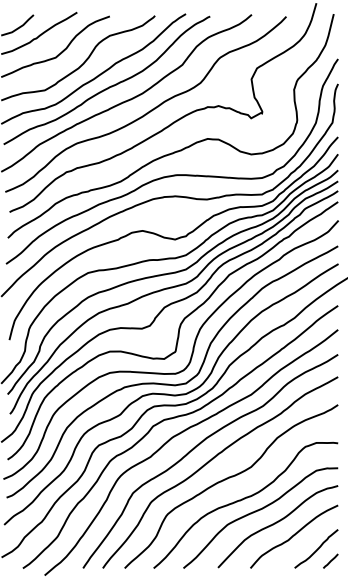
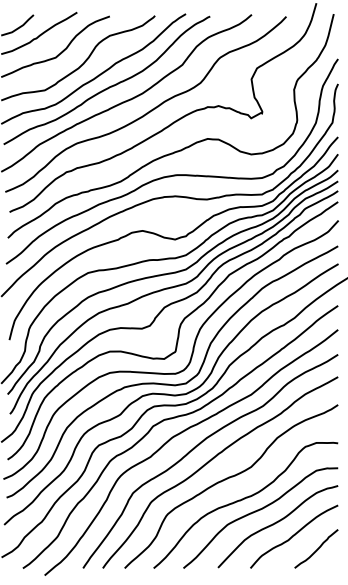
line at (330, 560): present -> none
